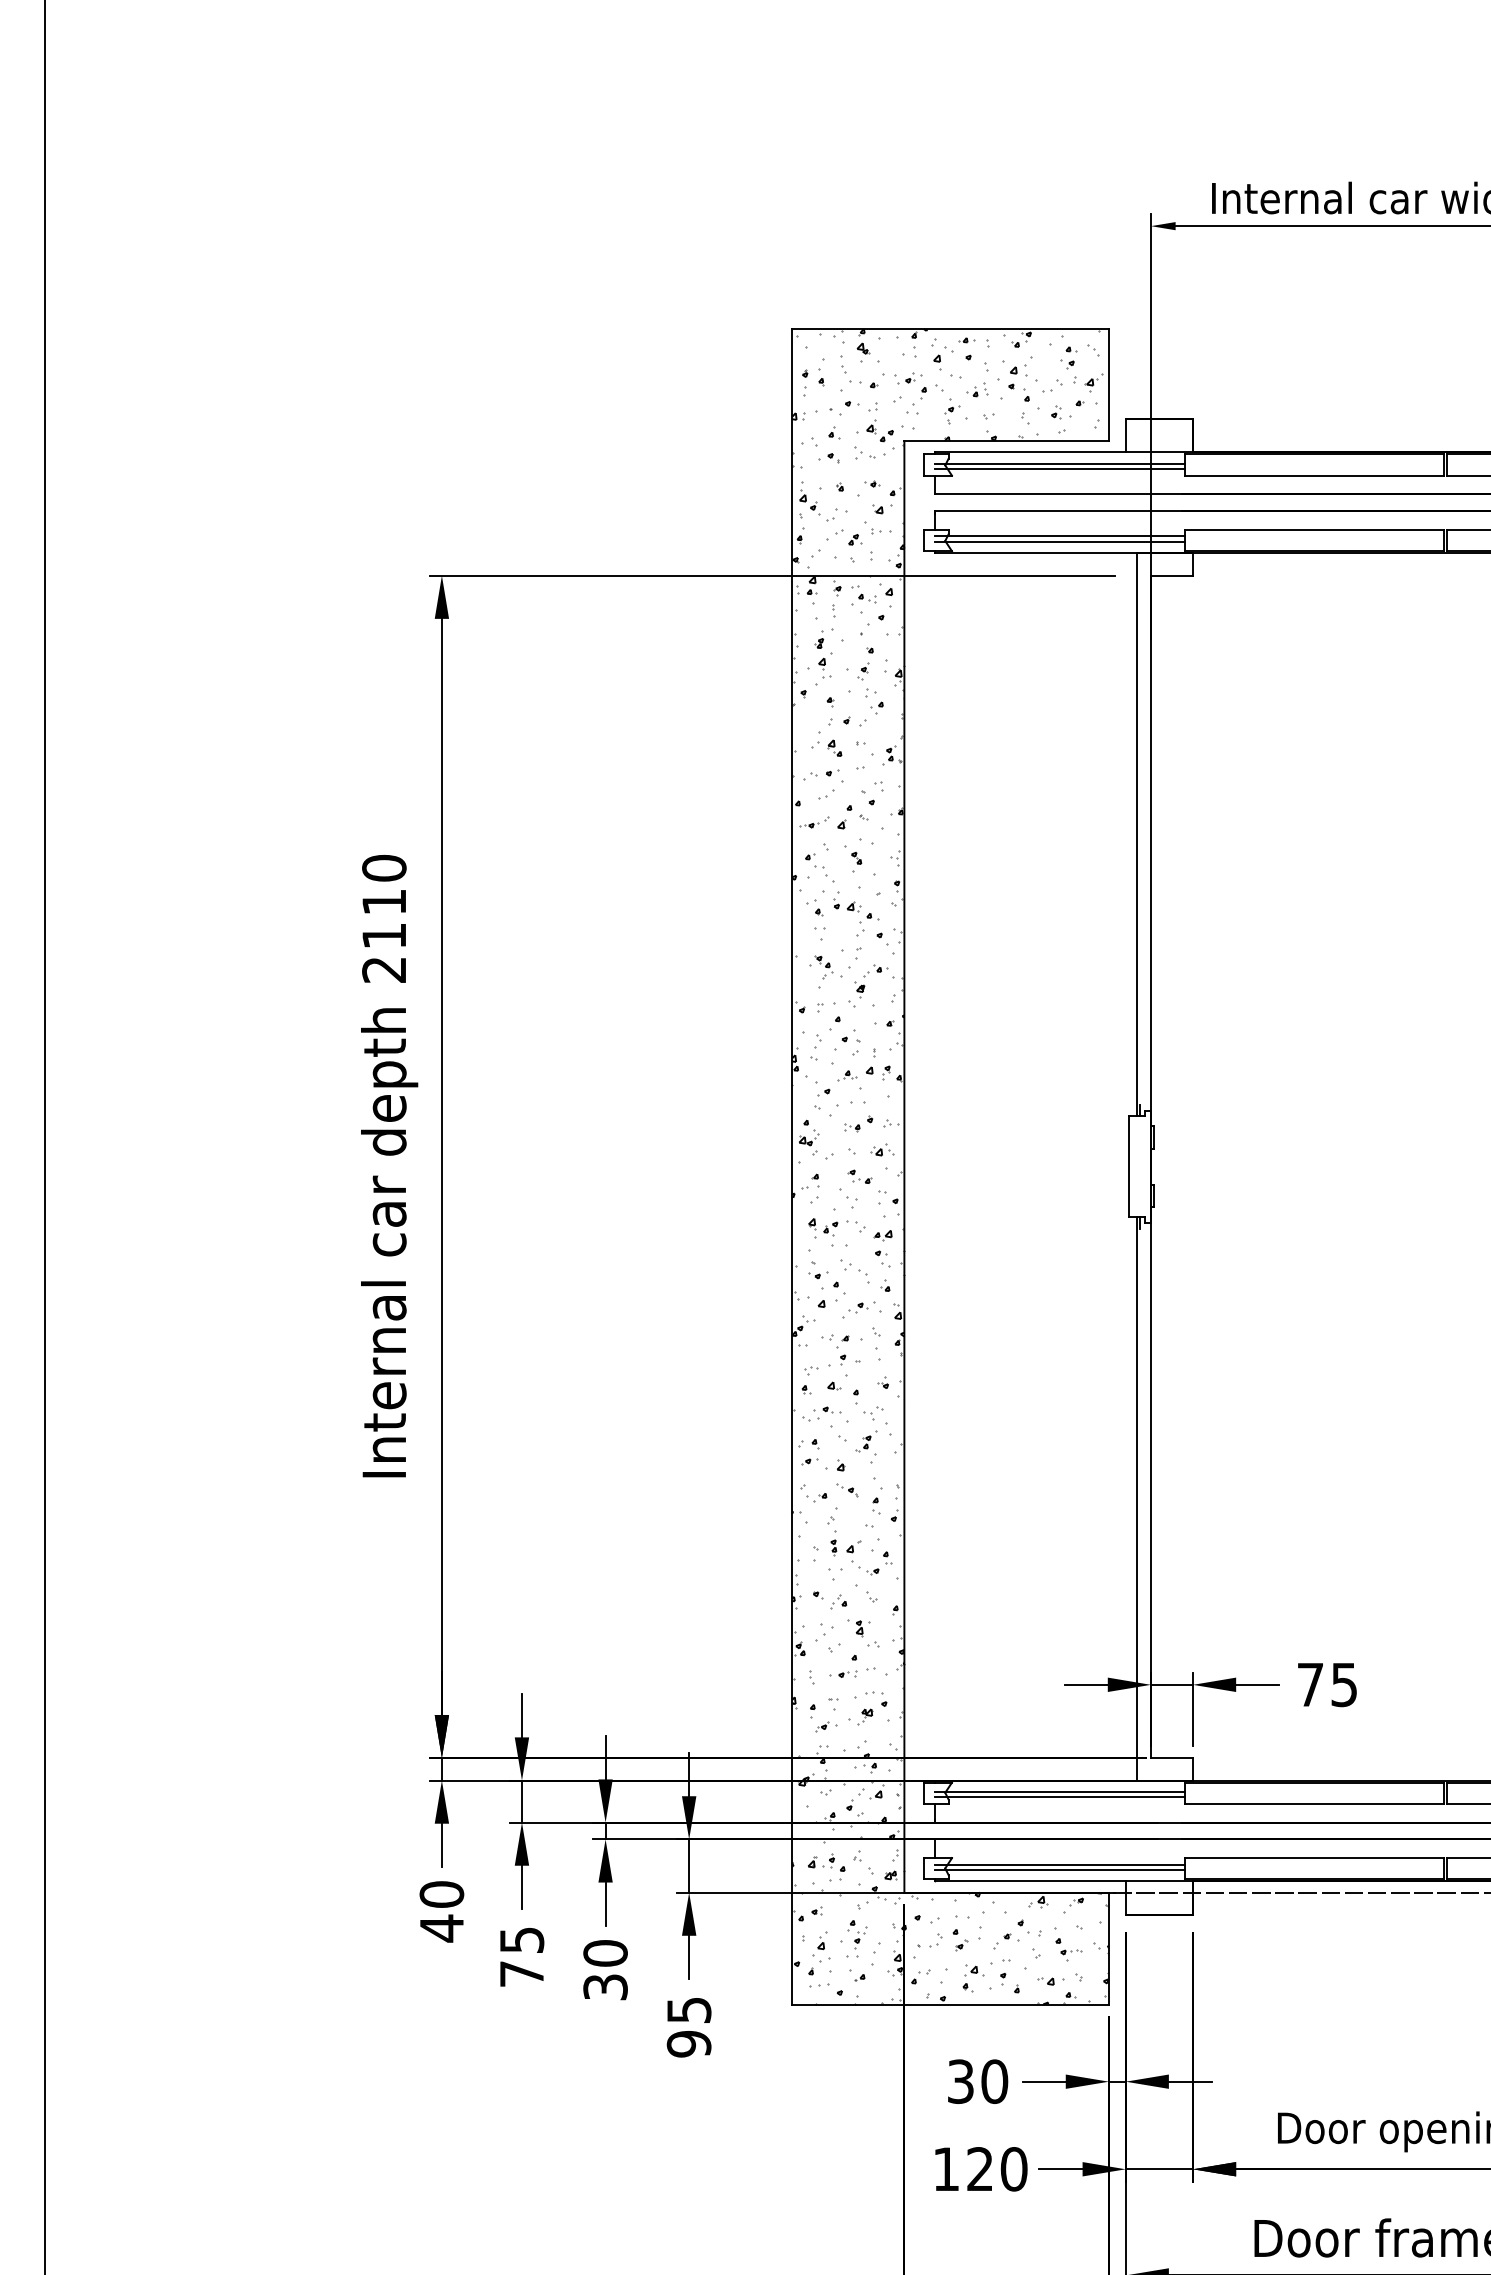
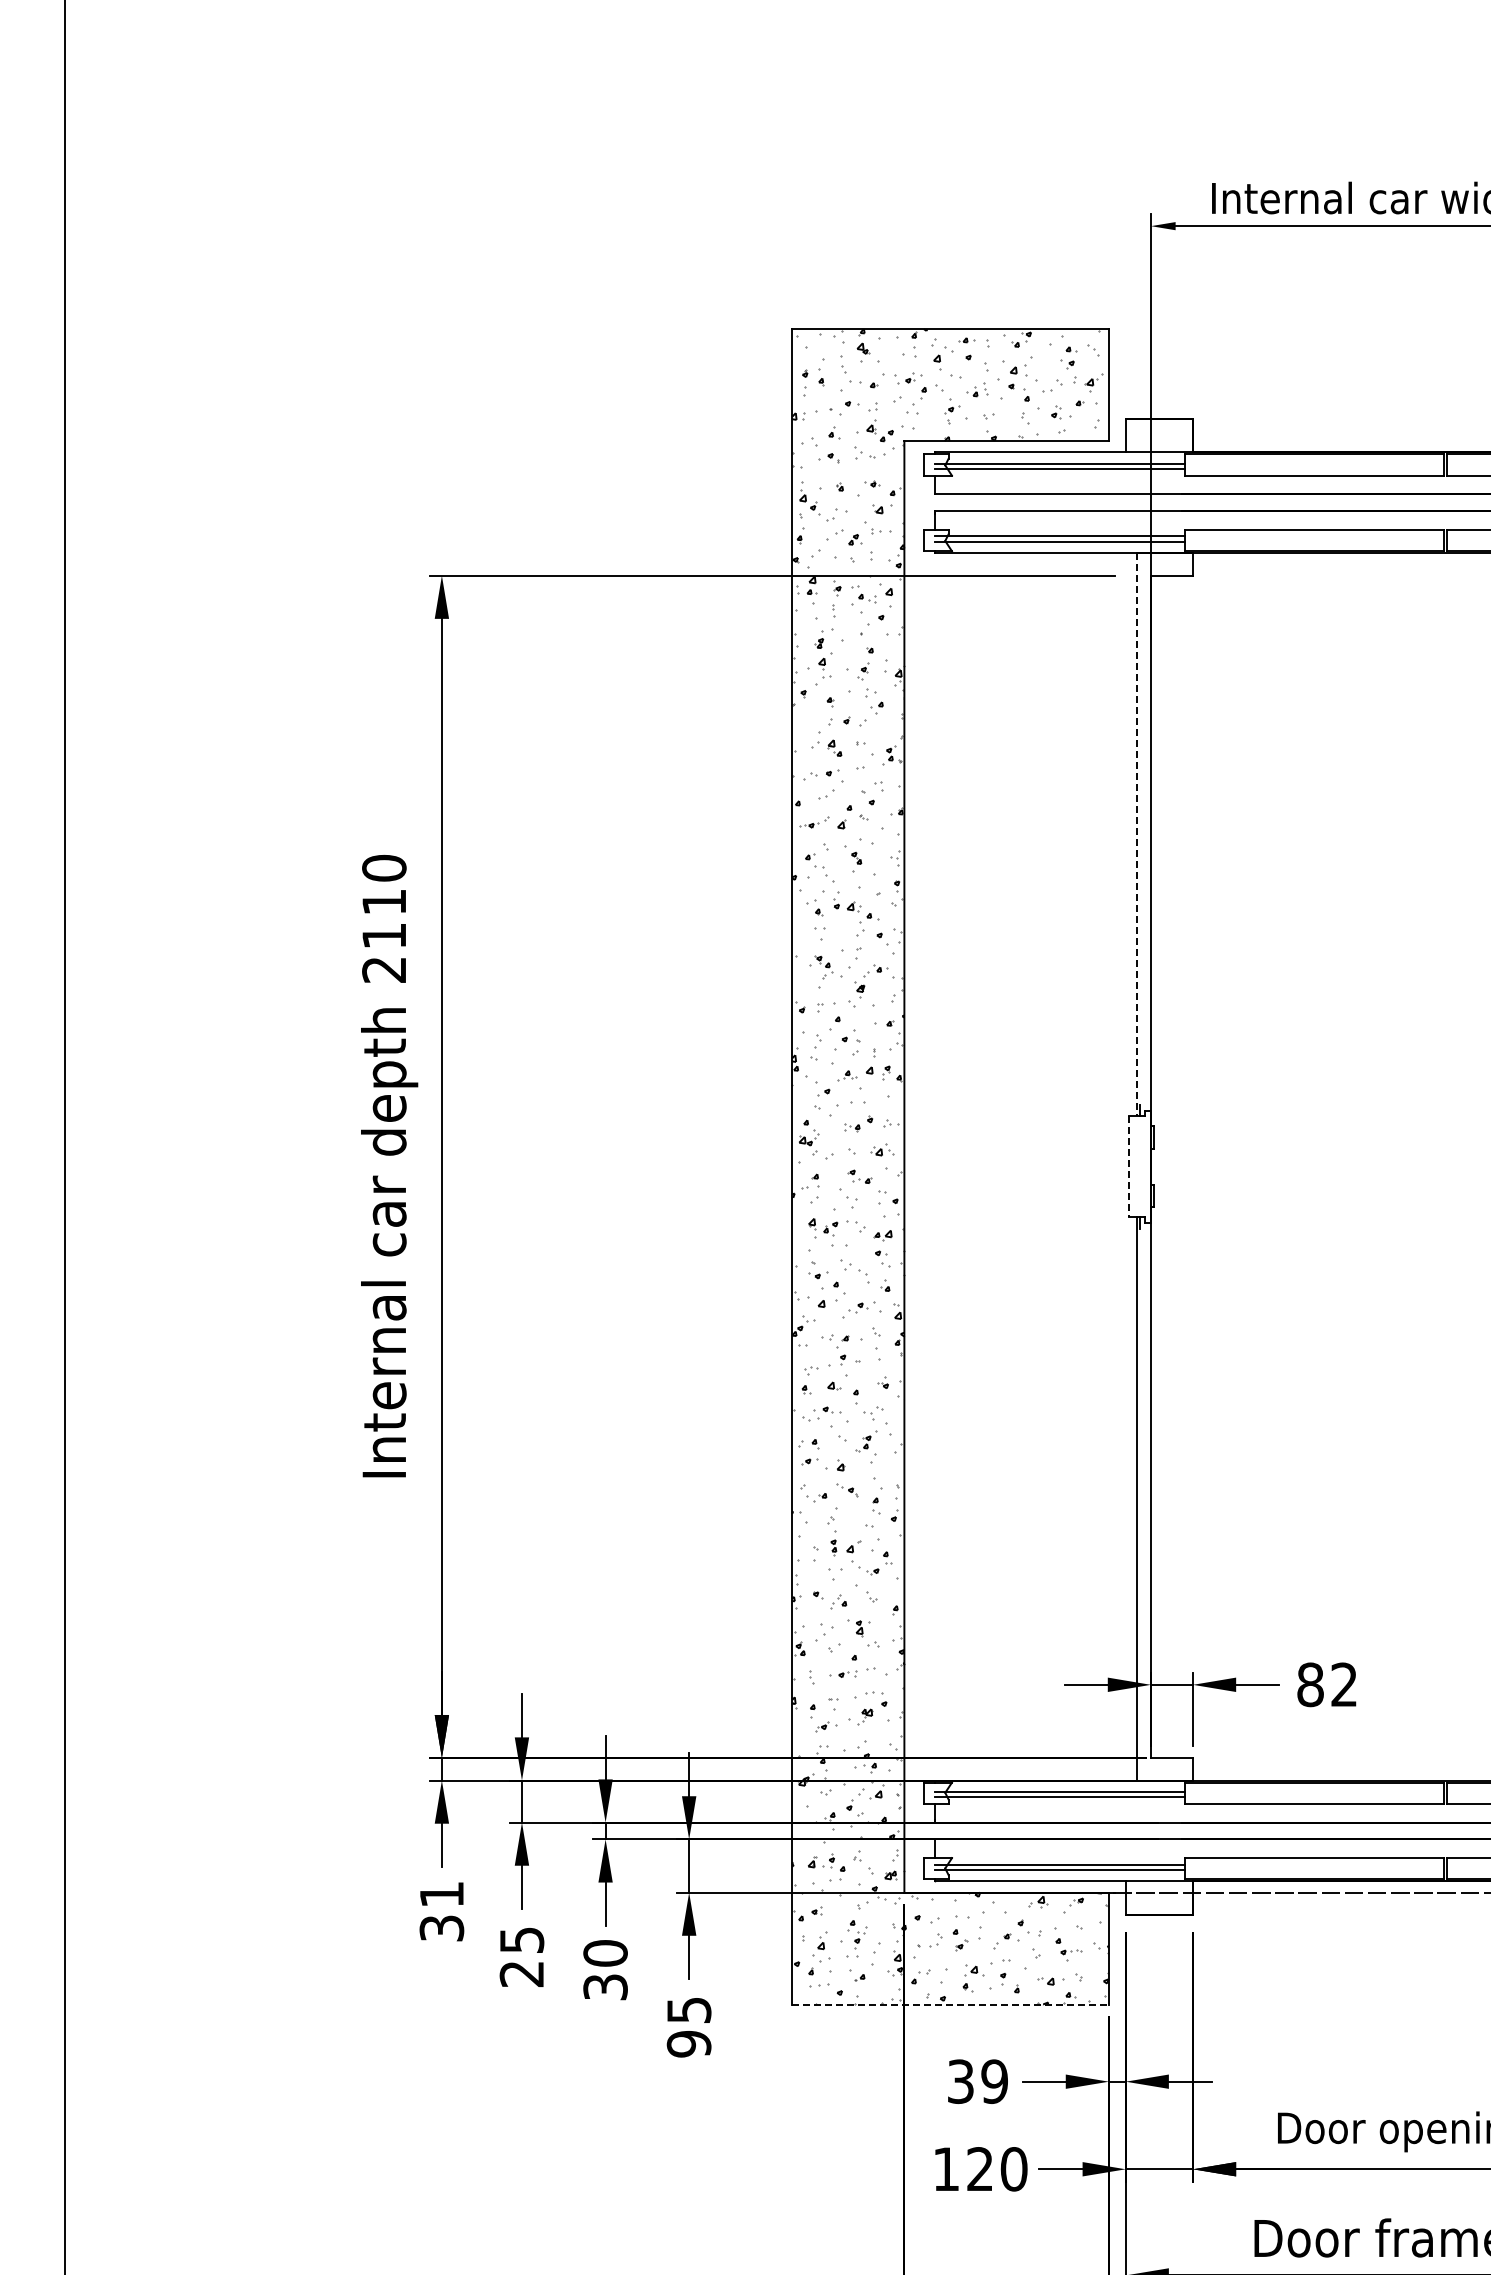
line at (1136, 834): solid -> dashed
line at (44, 1136) position: (44, 1136) -> (64, 1136)
line at (1128, 1167): solid -> dashed
text at (1326, 1684): 75 -> 82
text at (441, 1911): 40 -> 31
text at (521, 1974): 75 -> 25
line at (951, 2004): solid -> dashed
text at (994, 2081): 30 -> 39
